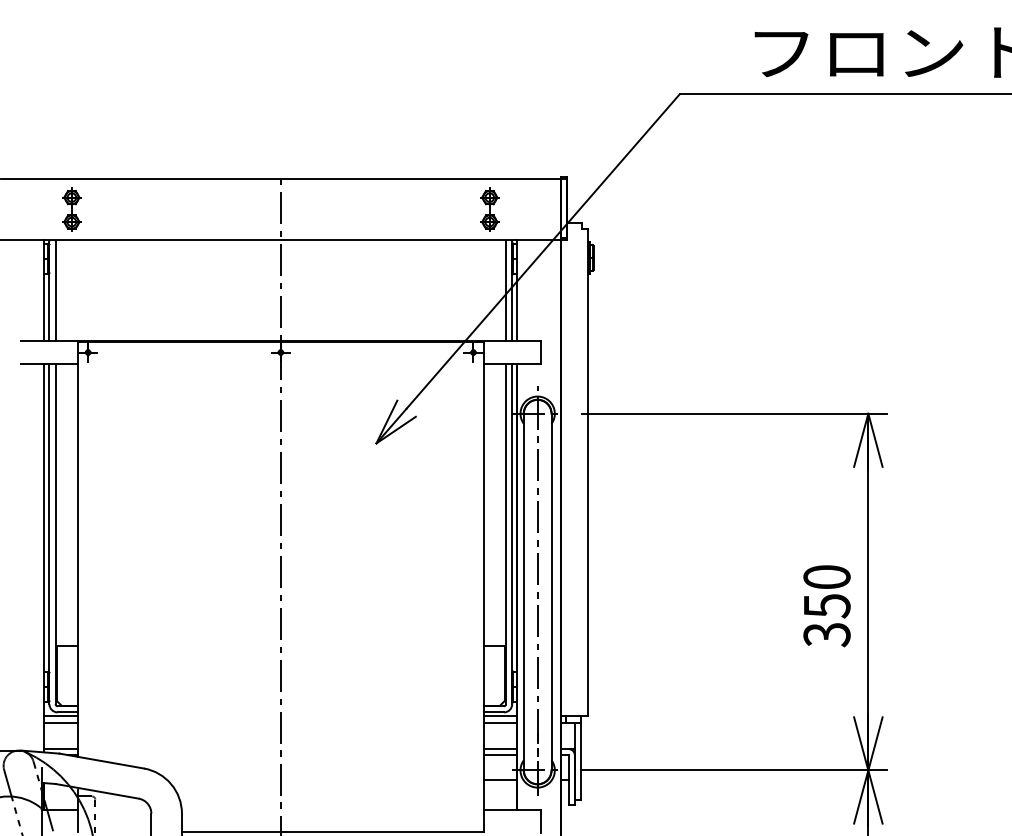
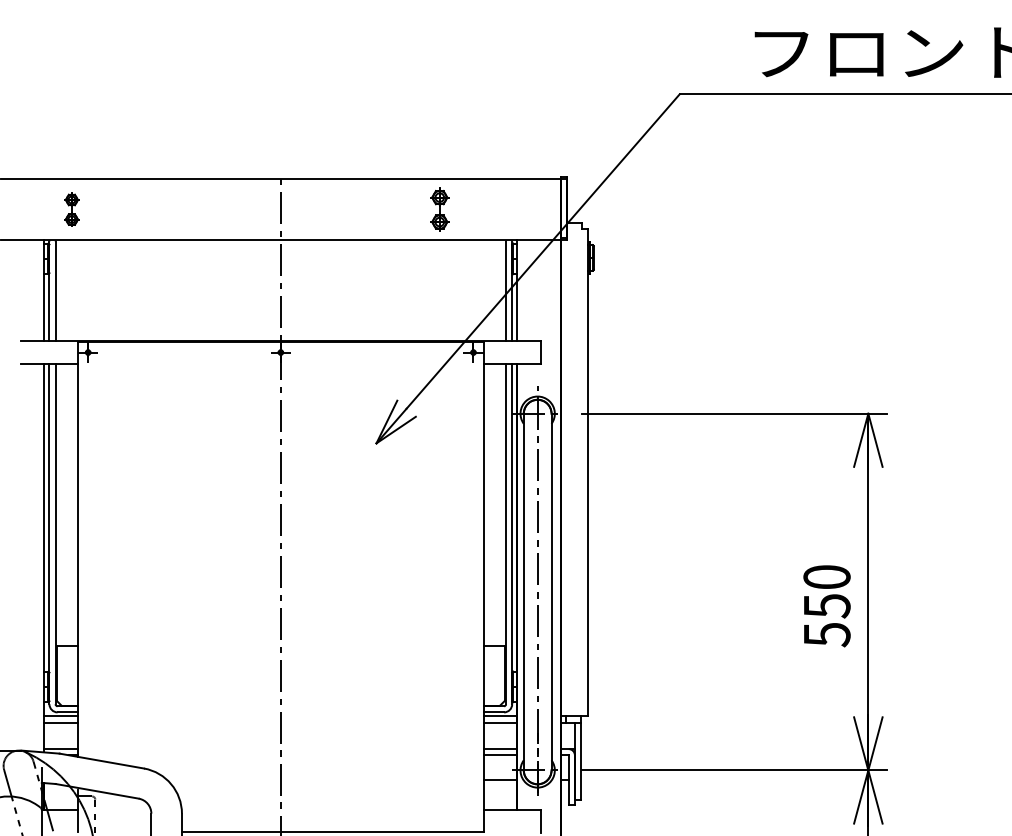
part at (71, 209) size: 20x45 px -> 16x35 px
part at (489, 209) position: (489, 209) -> (439, 209)
text at (826, 635): 350 -> 550
